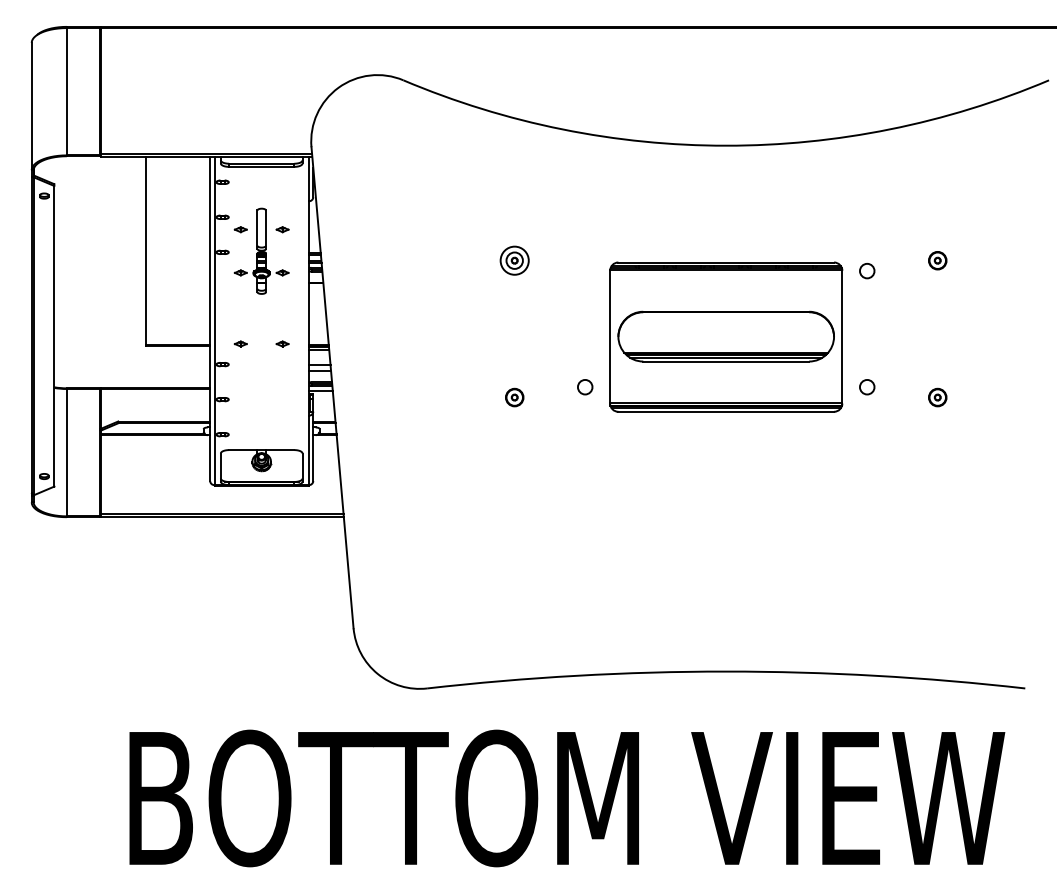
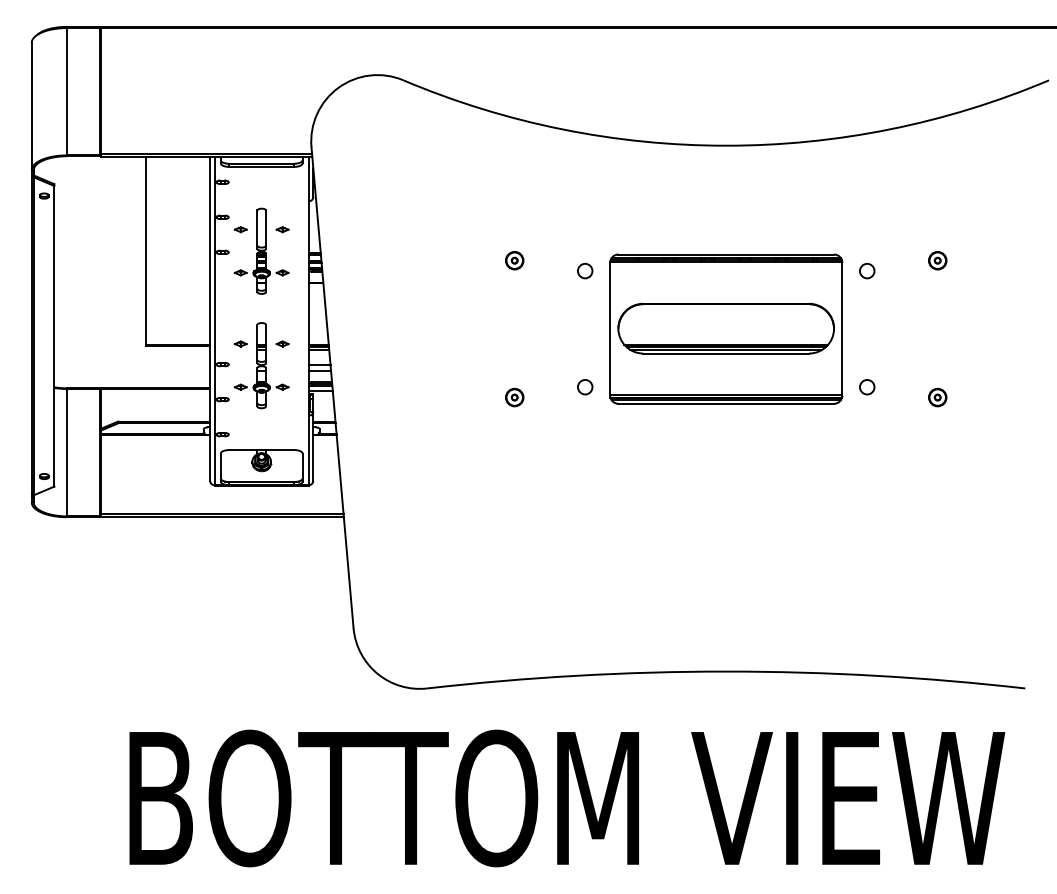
circle at (514, 260) diameter: 28 px -> 18 px
circle at (585, 271): none -> present
part at (726, 336) position: (726, 336) -> (726, 328)
part at (261, 365): none -> present
